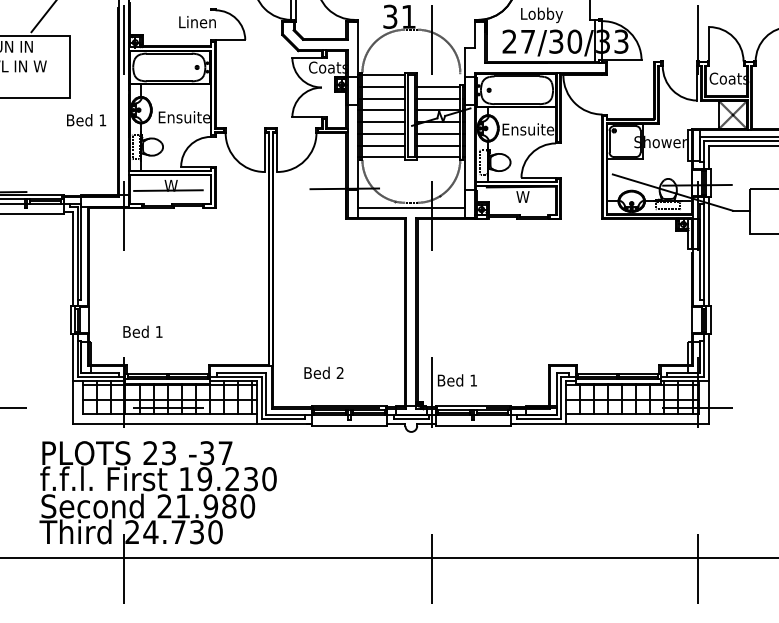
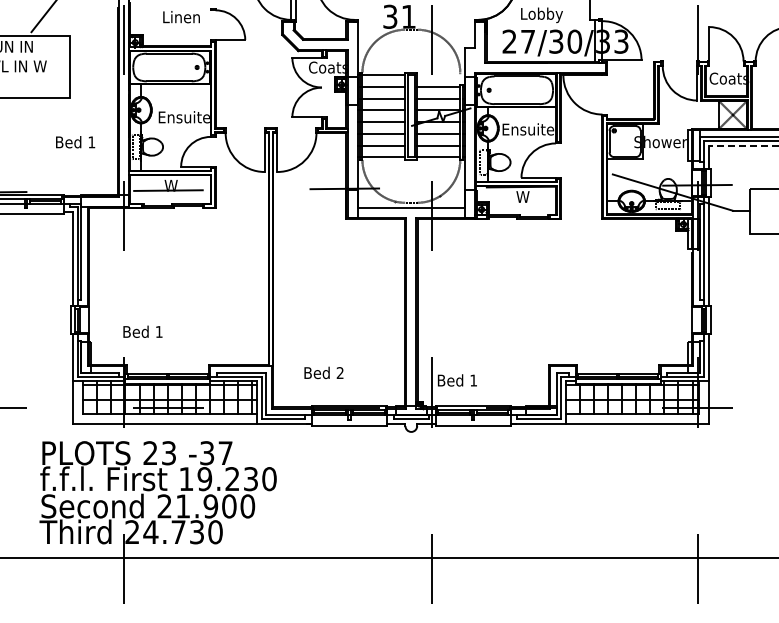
text at (197, 22) position: (197, 22) -> (181, 17)
text at (86, 120) position: (86, 120) -> (75, 142)
line at (743, 145): solid -> dashed
text at (229, 506): 21.980 -> 21.900
